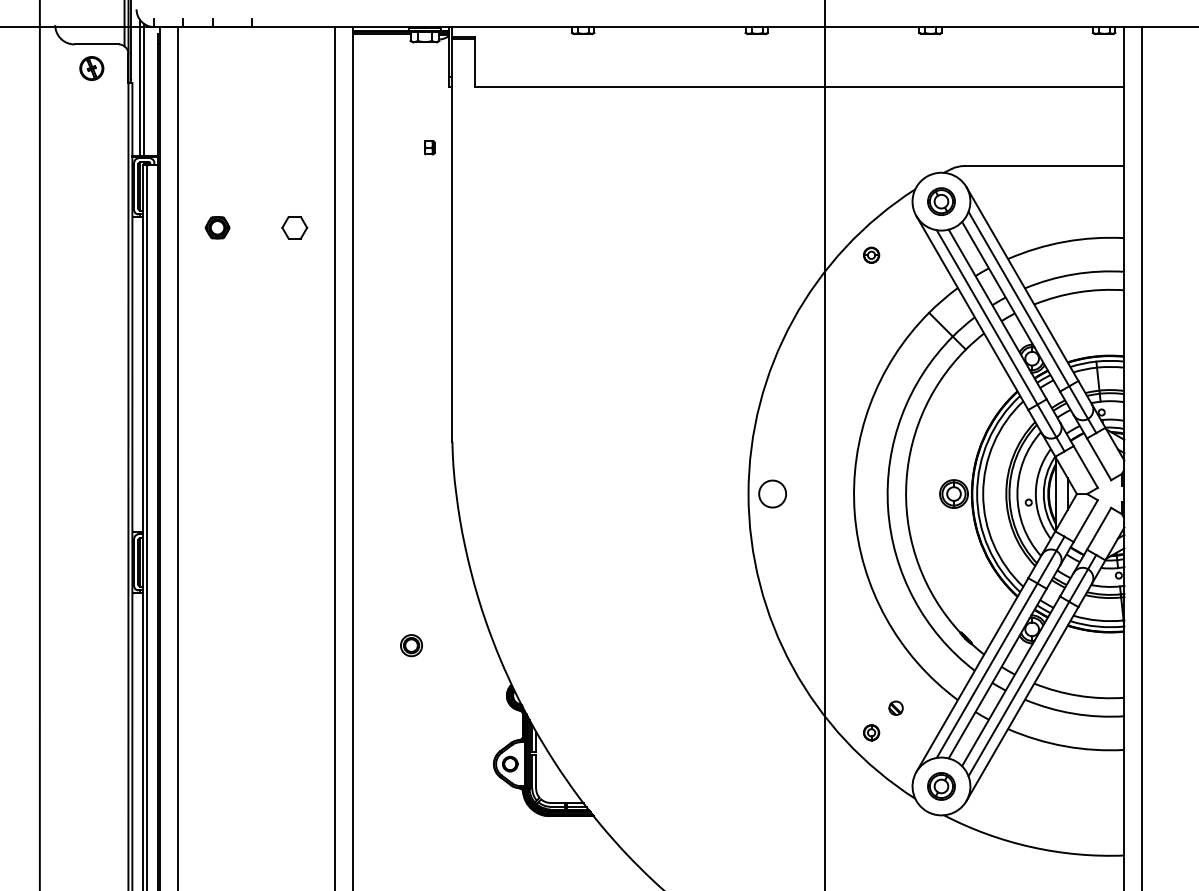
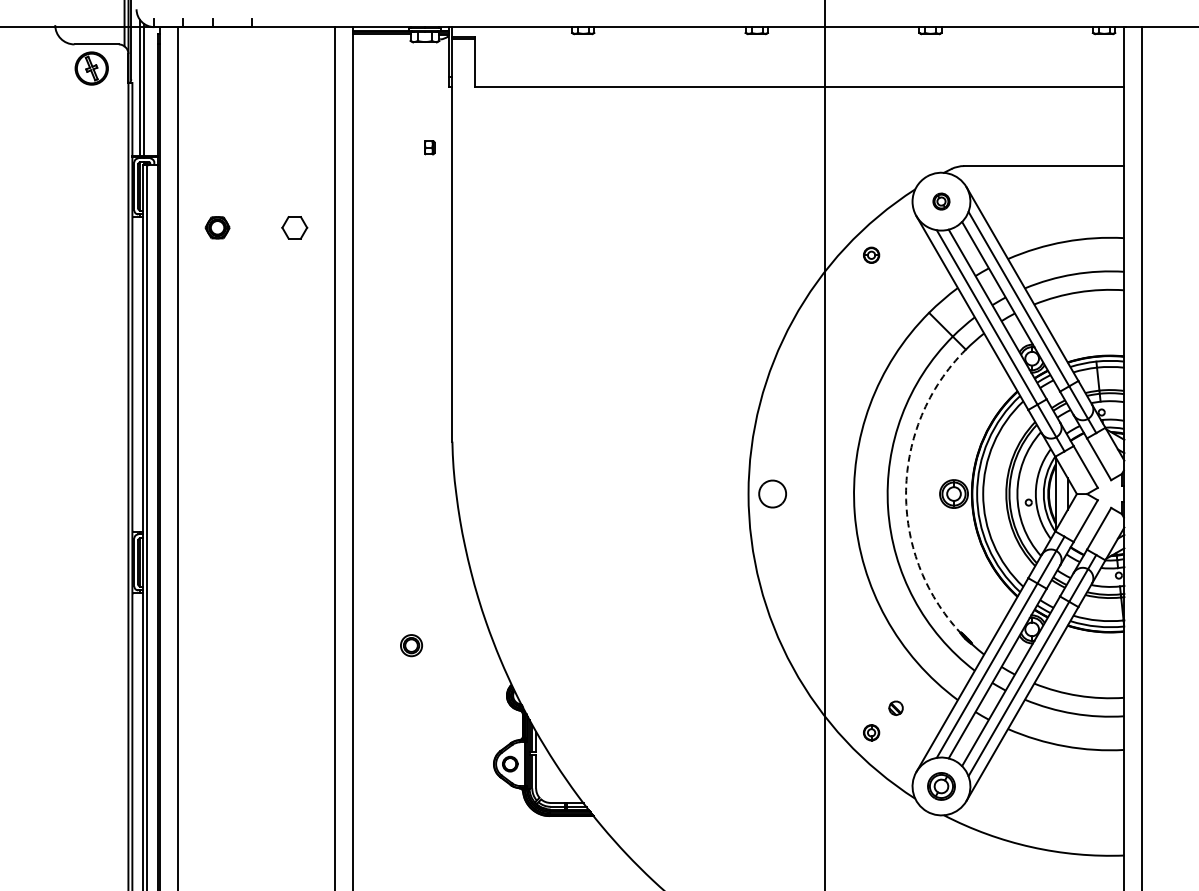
part at (91, 68) size: 26x25 px -> 35x35 px
part at (941, 201) size: 29x29 px -> 19x19 px
line at (39, 444): present -> none
arc at (906, 490): solid -> dashed
